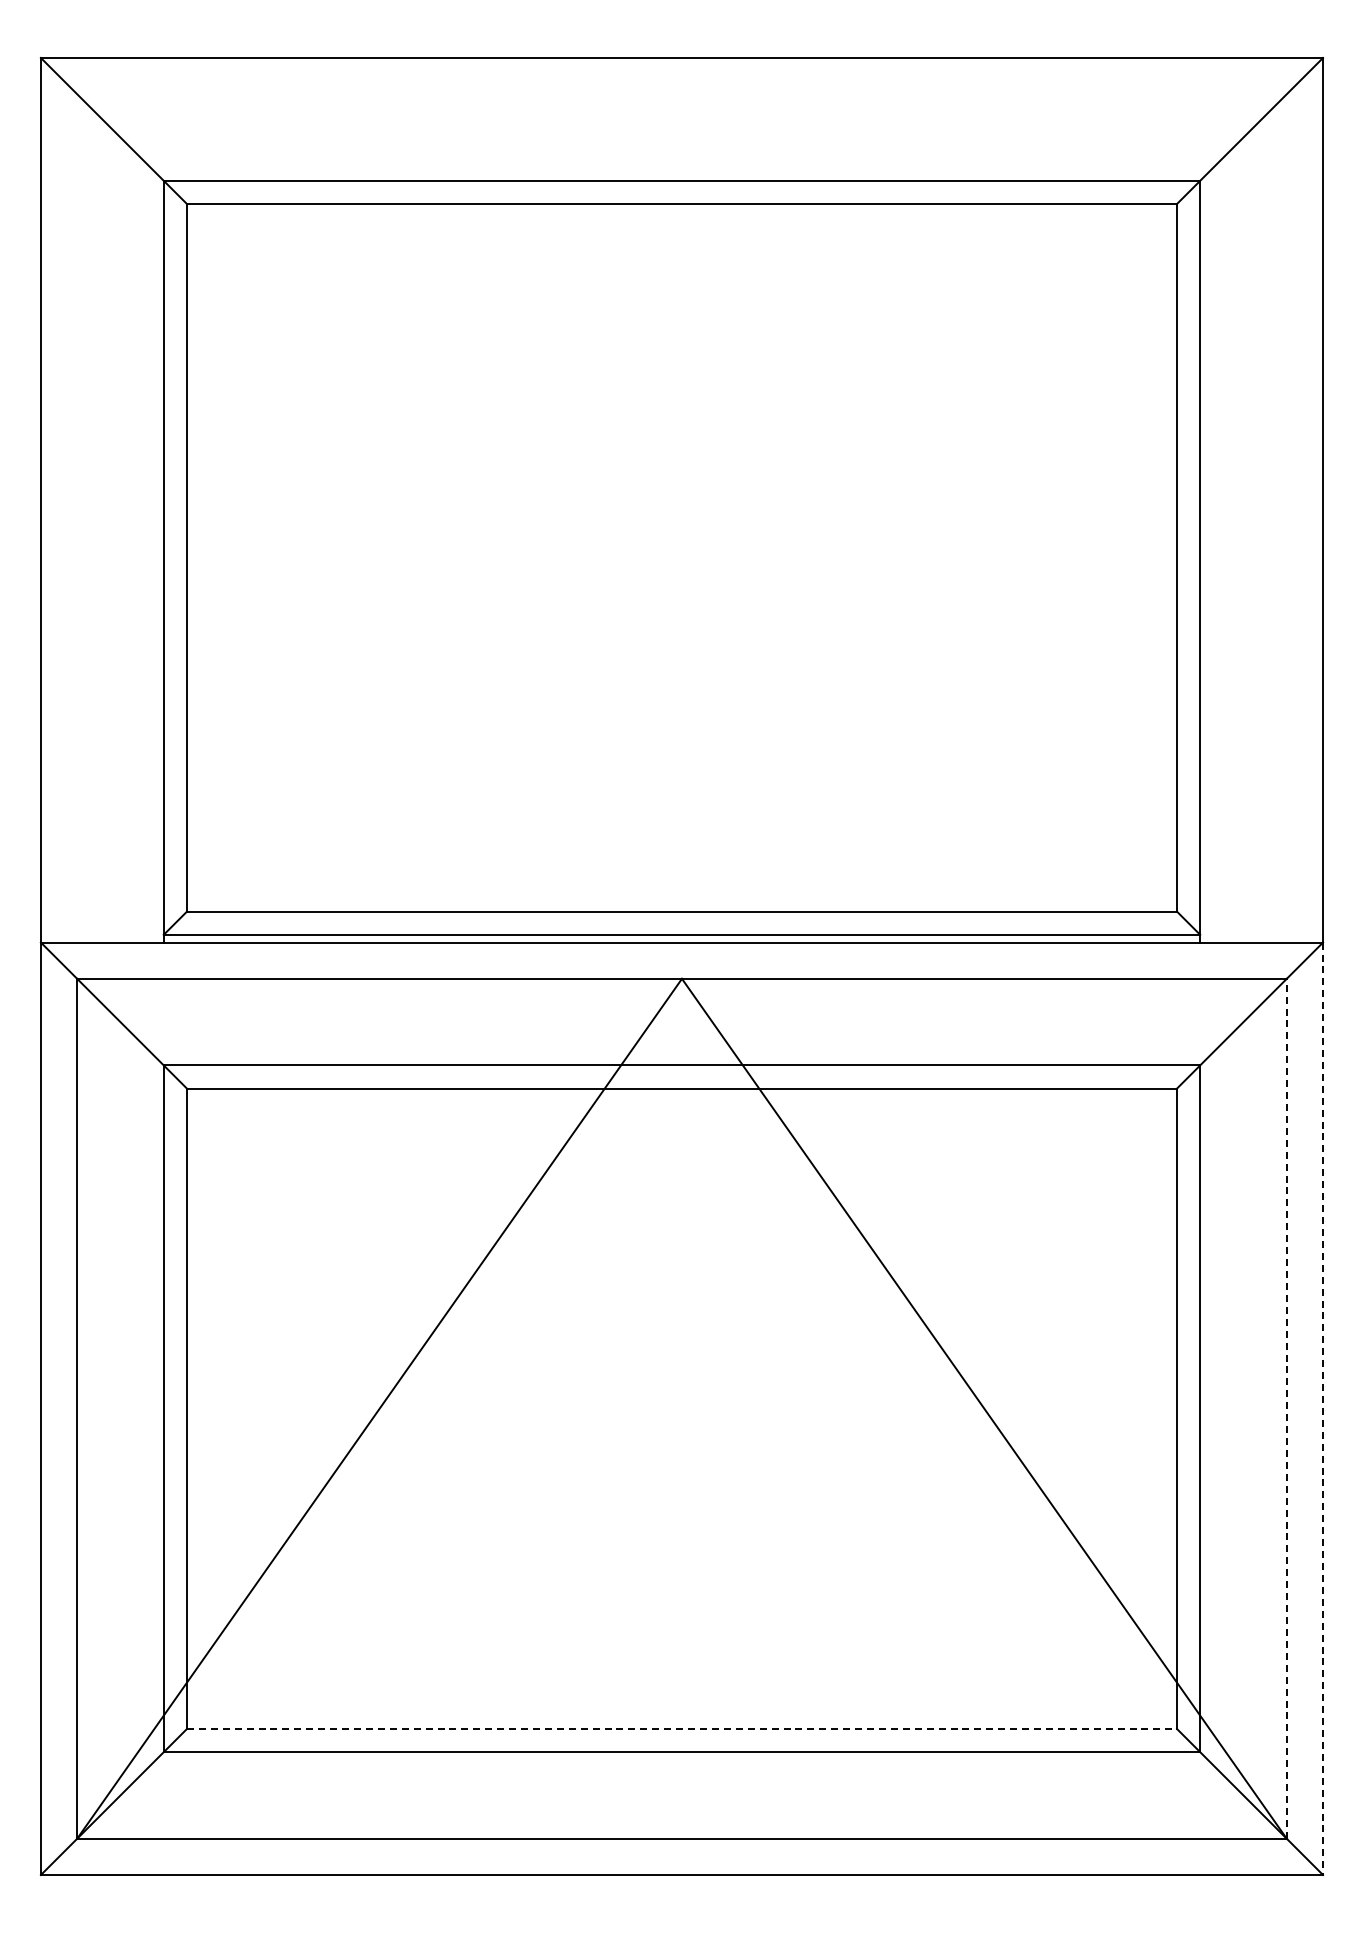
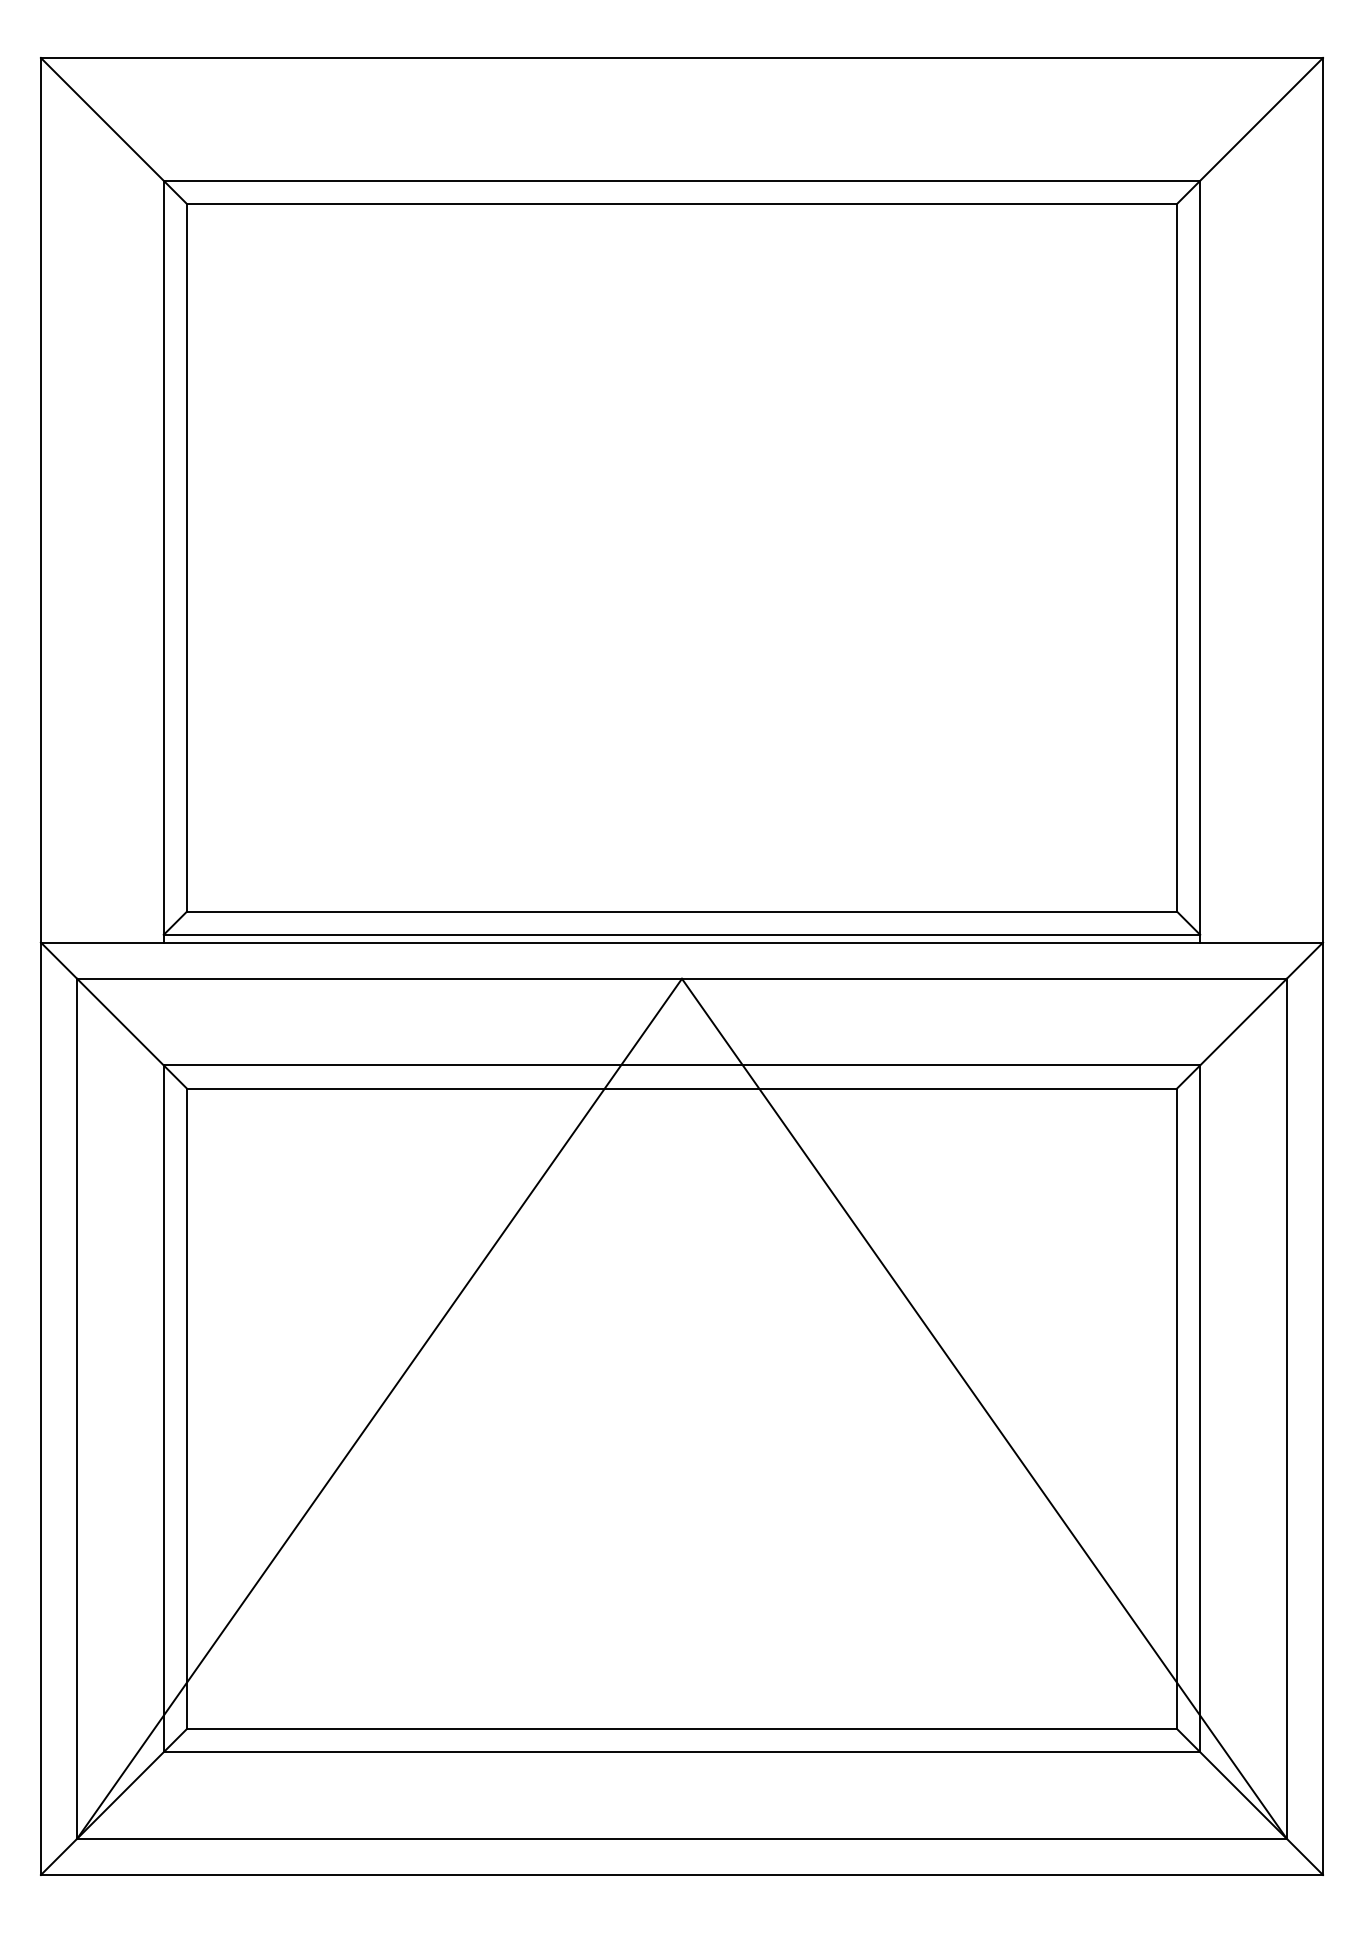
line at (1286, 1408): dashed -> solid
line at (1323, 1409): dashed -> solid
line at (682, 1729): dashed -> solid
